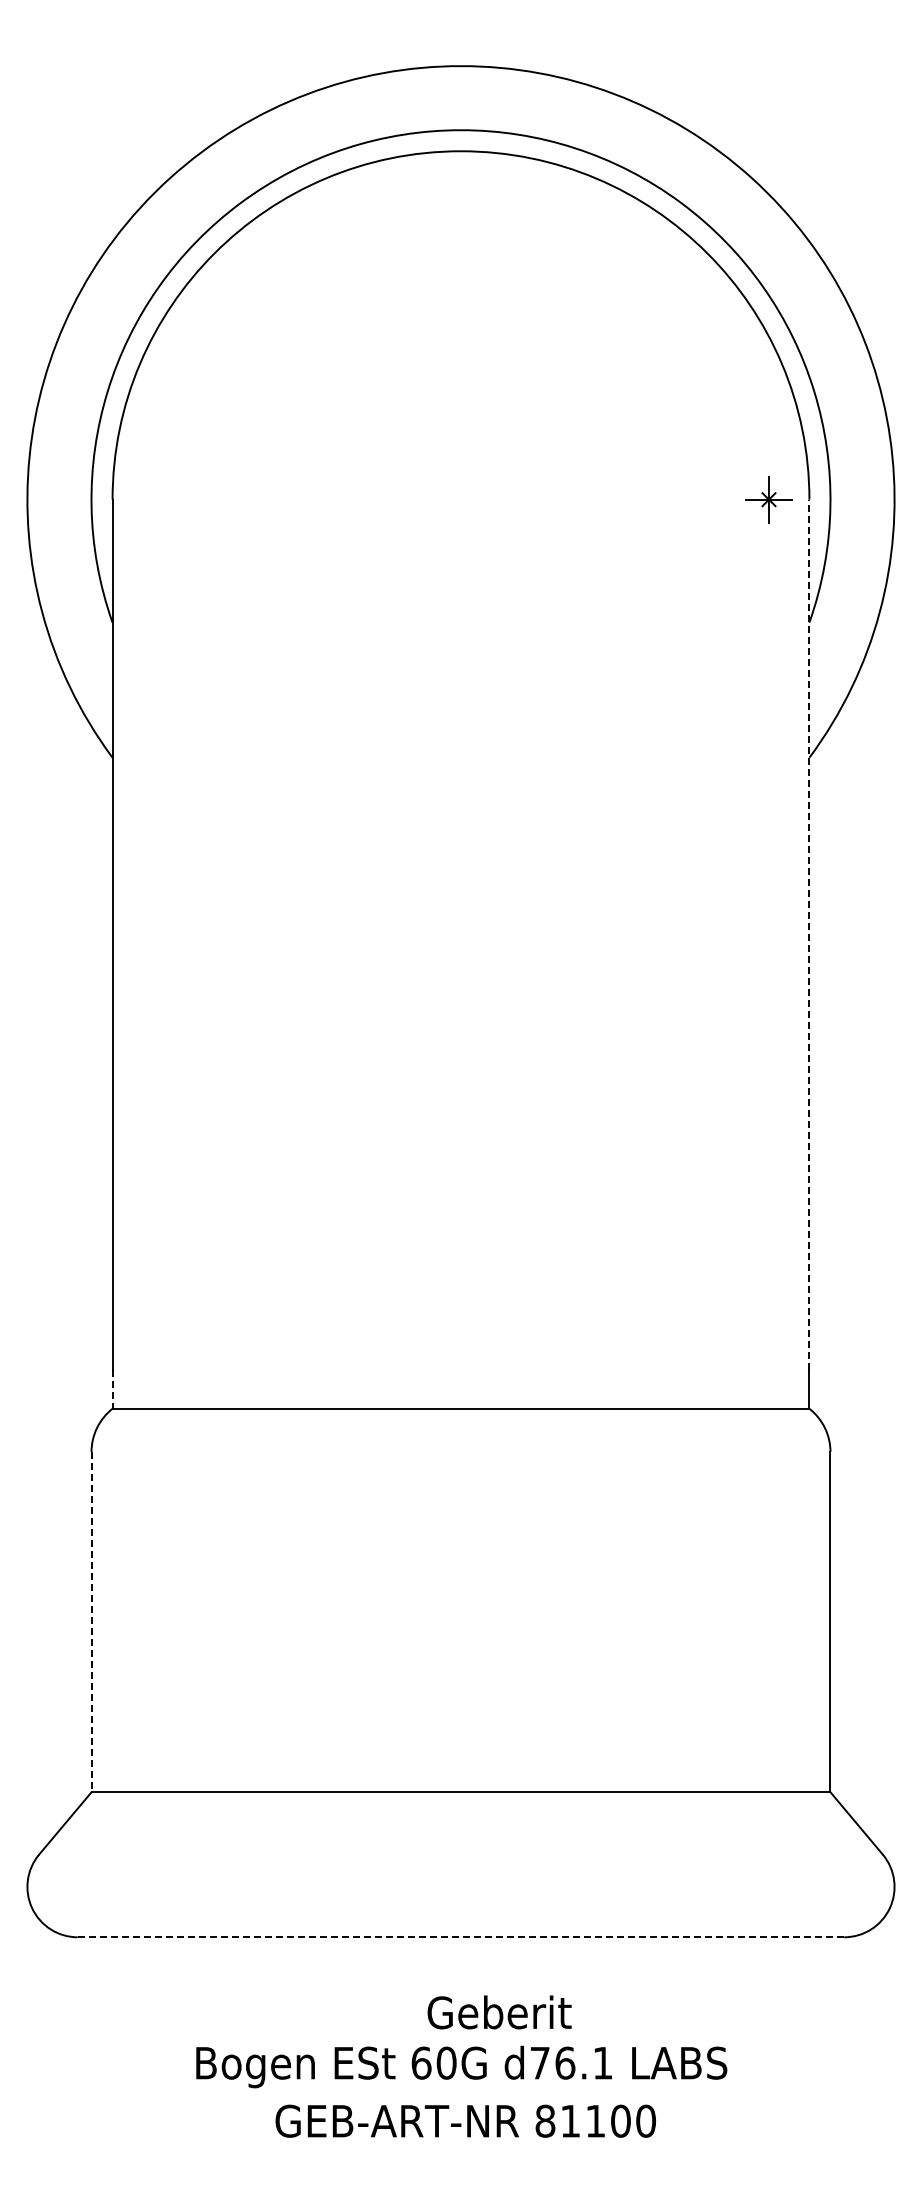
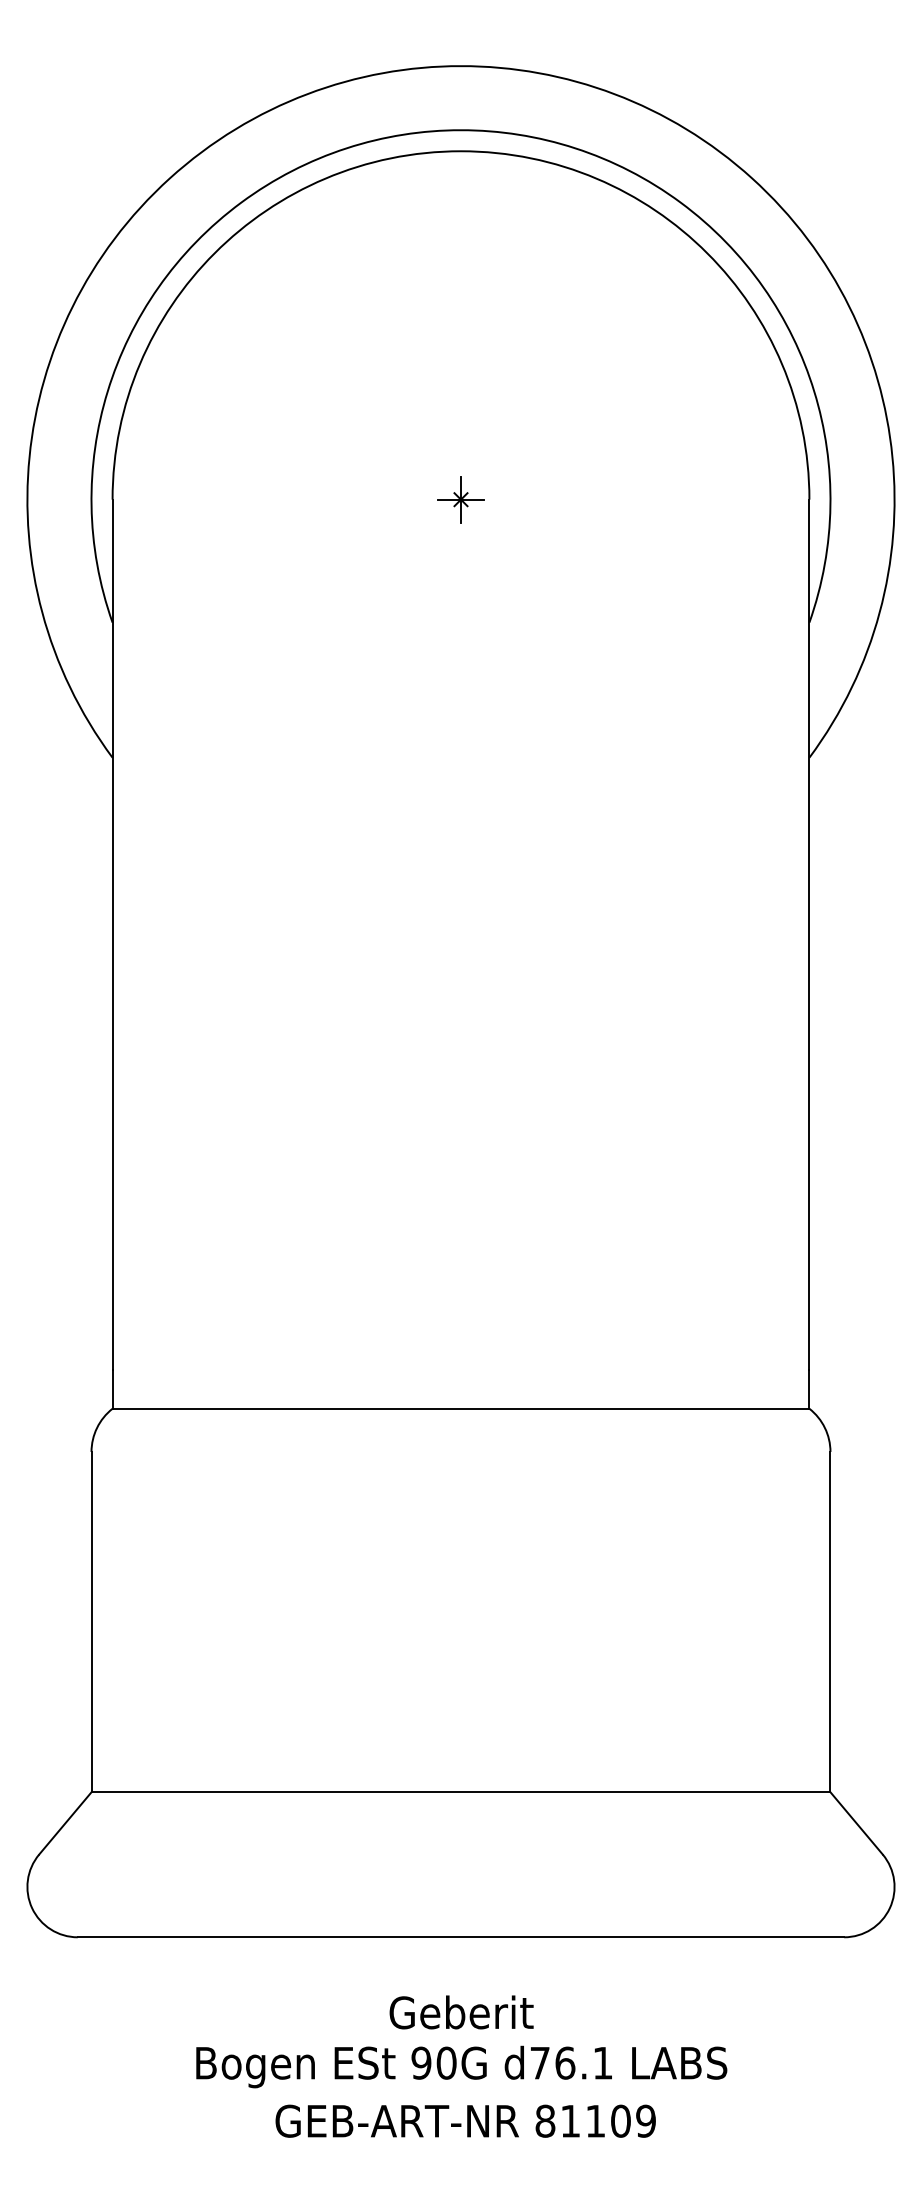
part at (768, 499) position: (768, 499) -> (460, 499)
line at (809, 934): dashed -> solid
line at (112, 1389): dashed -> solid
line at (91, 1622): dashed -> solid
line at (461, 1937): dashed -> solid
text at (499, 2012) position: (499, 2012) -> (461, 2012)
text at (421, 2062): 60G -> 90G
text at (646, 2121): 81100 -> 81109
